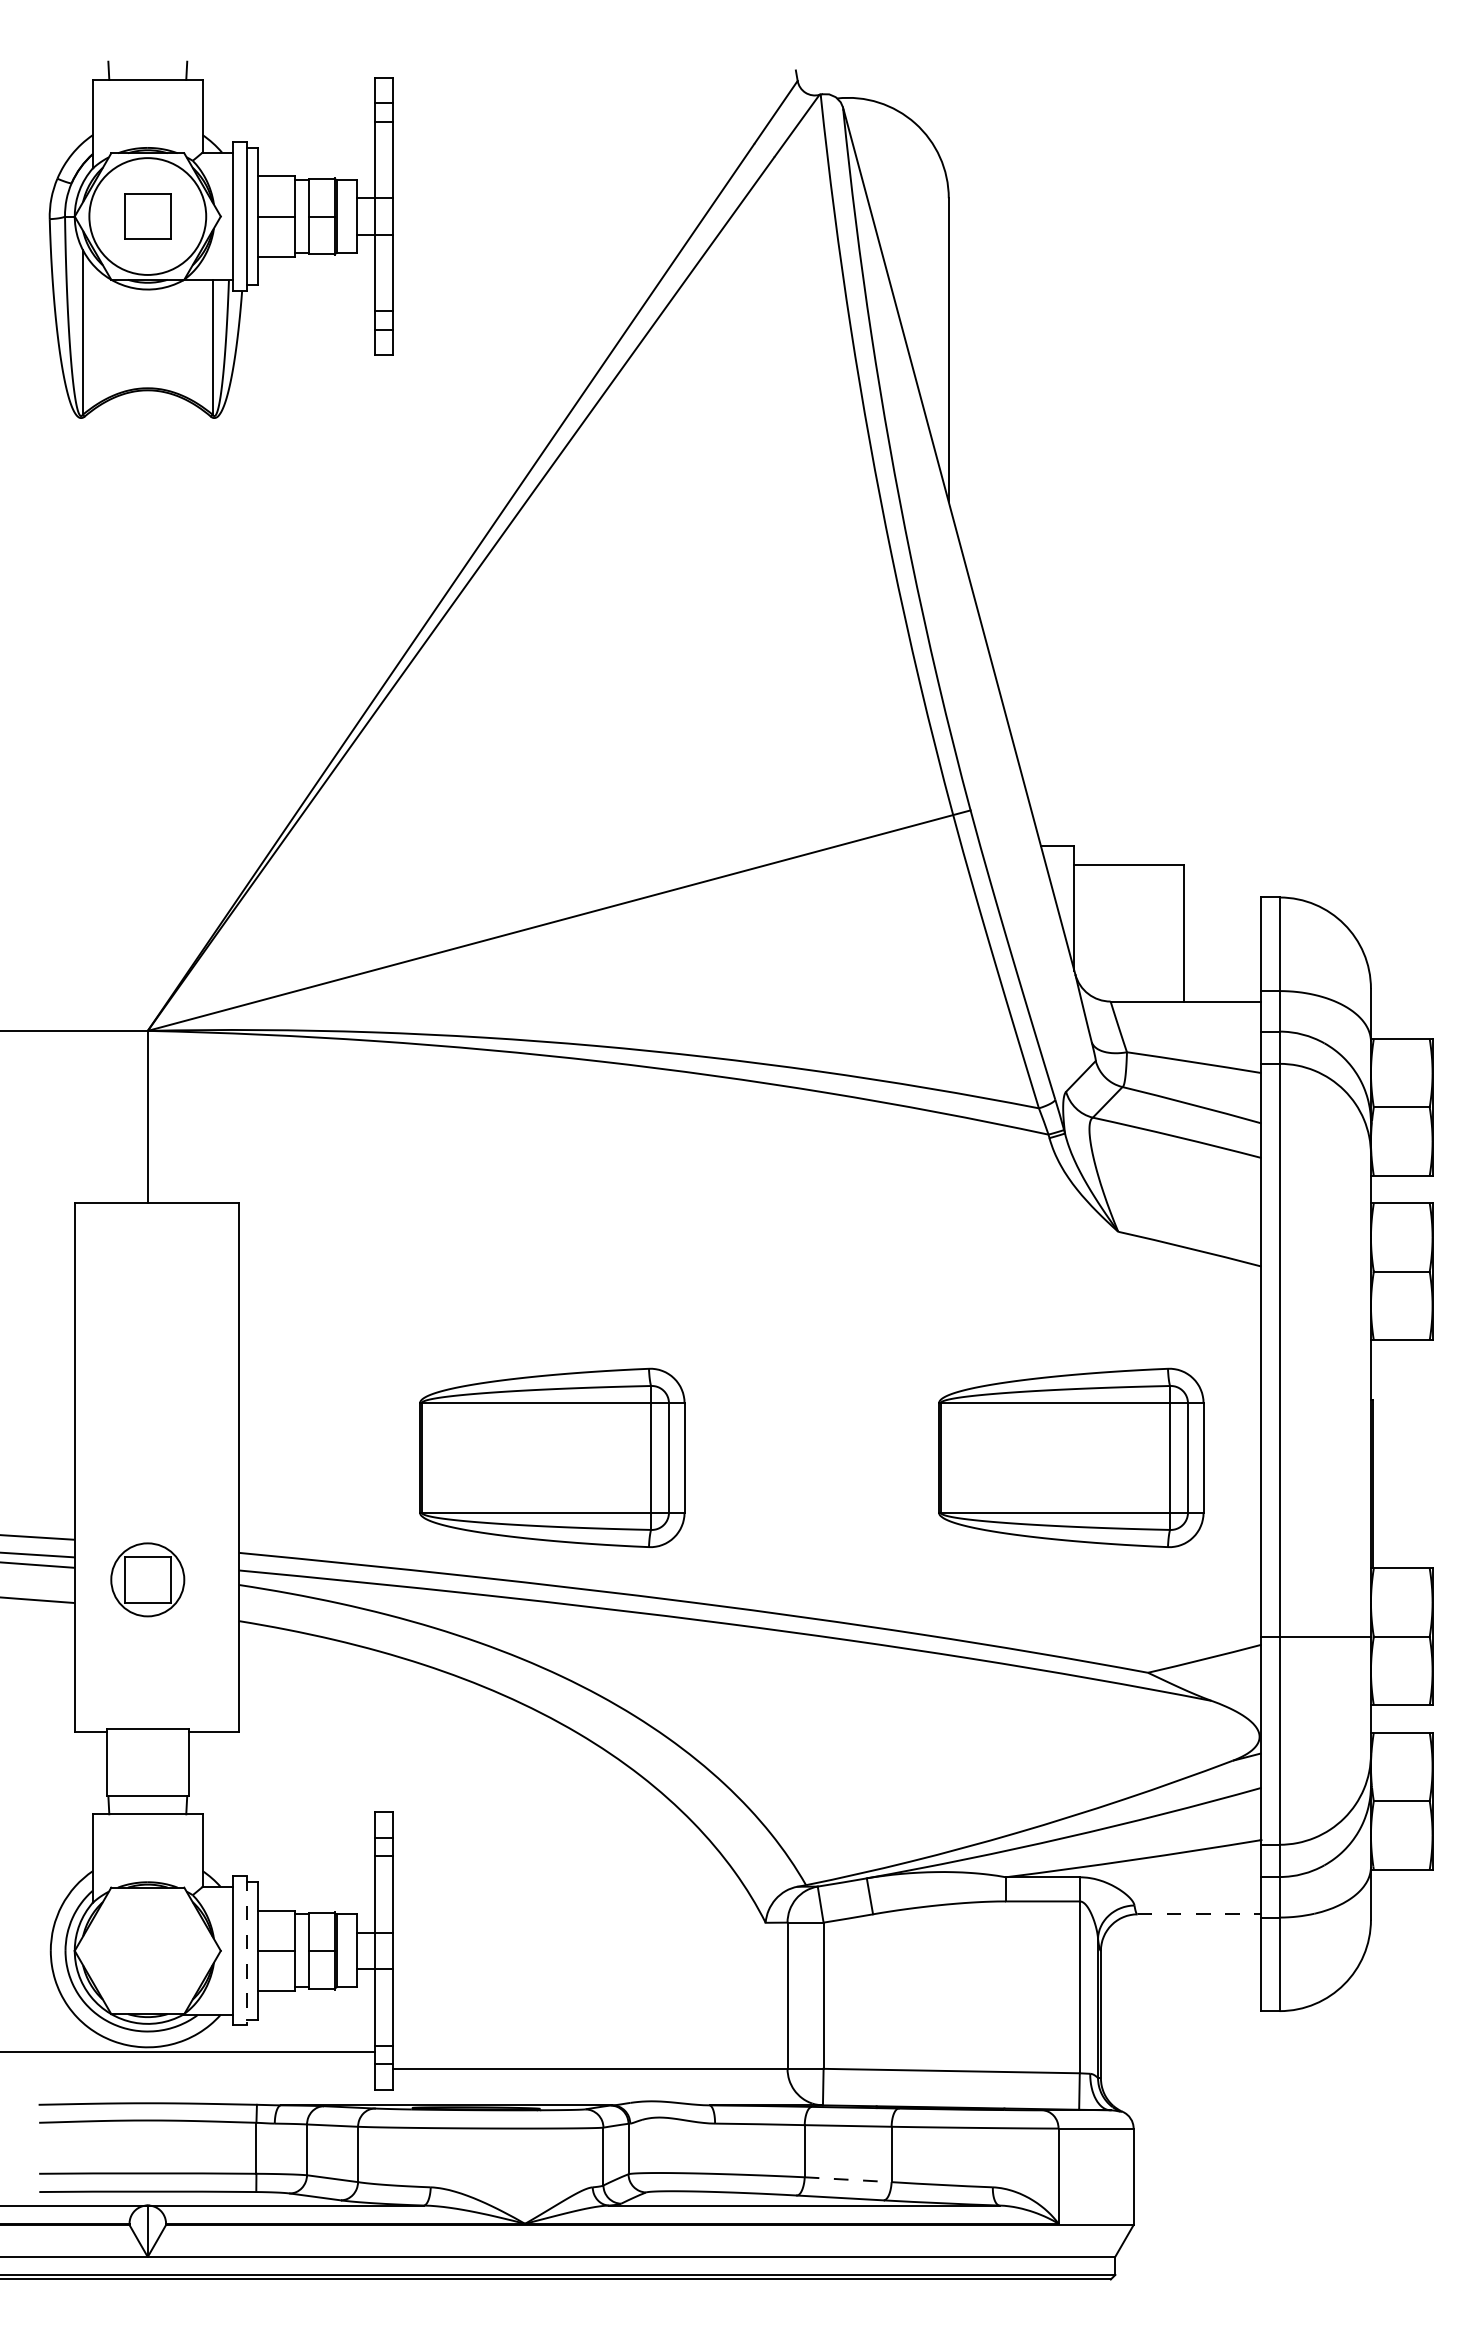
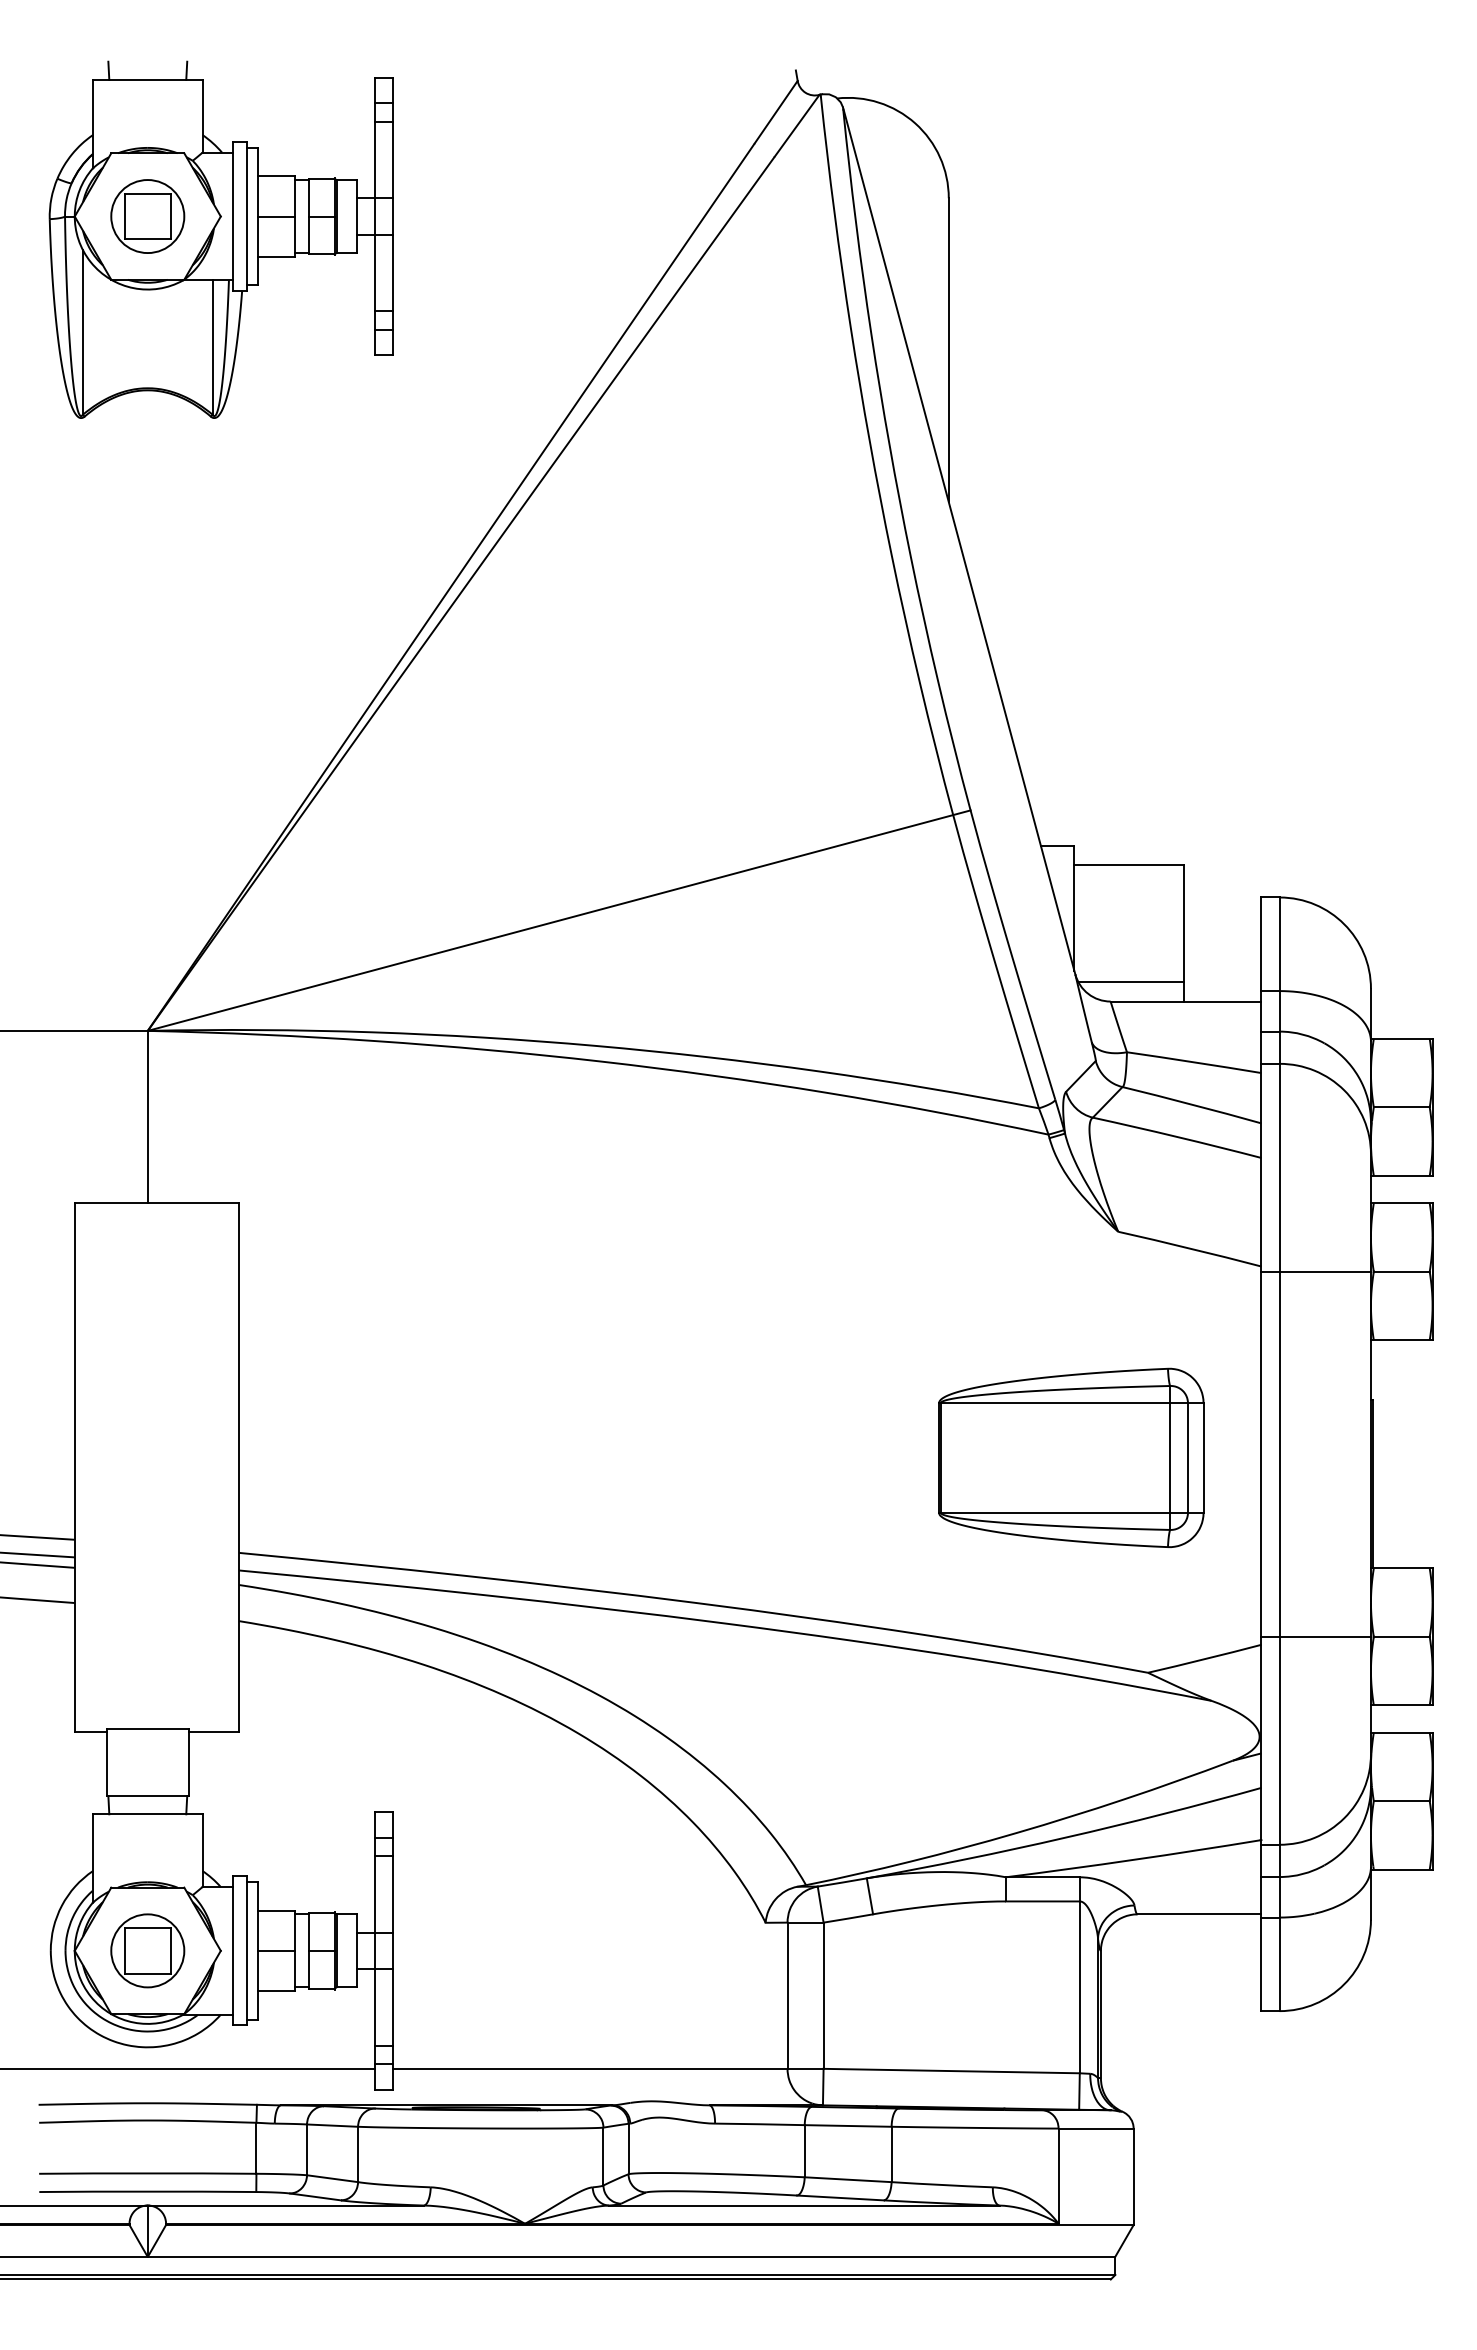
circle at (147, 216) diameter: 117 px -> 73 px
line at (1130, 982): none -> present
line at (1315, 1271): none -> present
part at (552, 1457): present -> none
part at (147, 1579) position: (147, 1579) -> (147, 1950)
line at (1199, 1914): dashed -> solid
line at (247, 1951): dashed -> solid
line at (188, 2051) position: (188, 2051) -> (188, 2068)
line at (848, 2179): dashed -> solid
